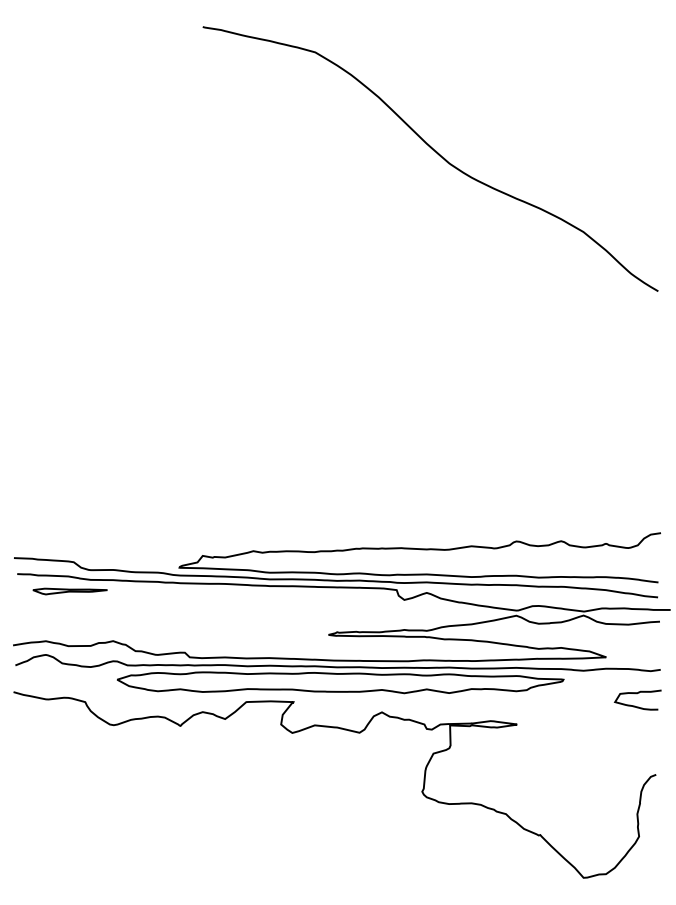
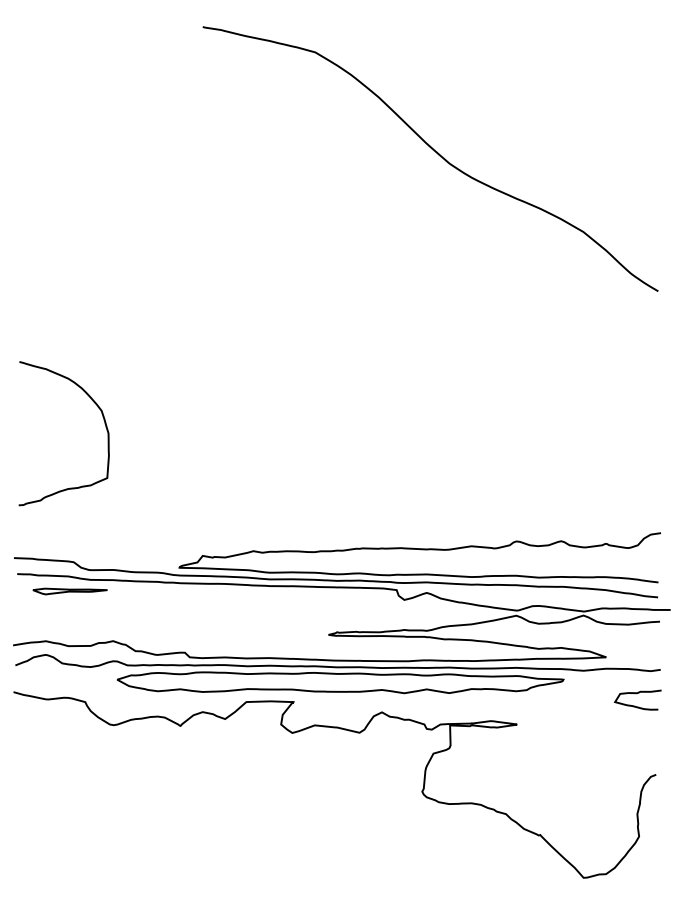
curve at (103, 420): none -> present
